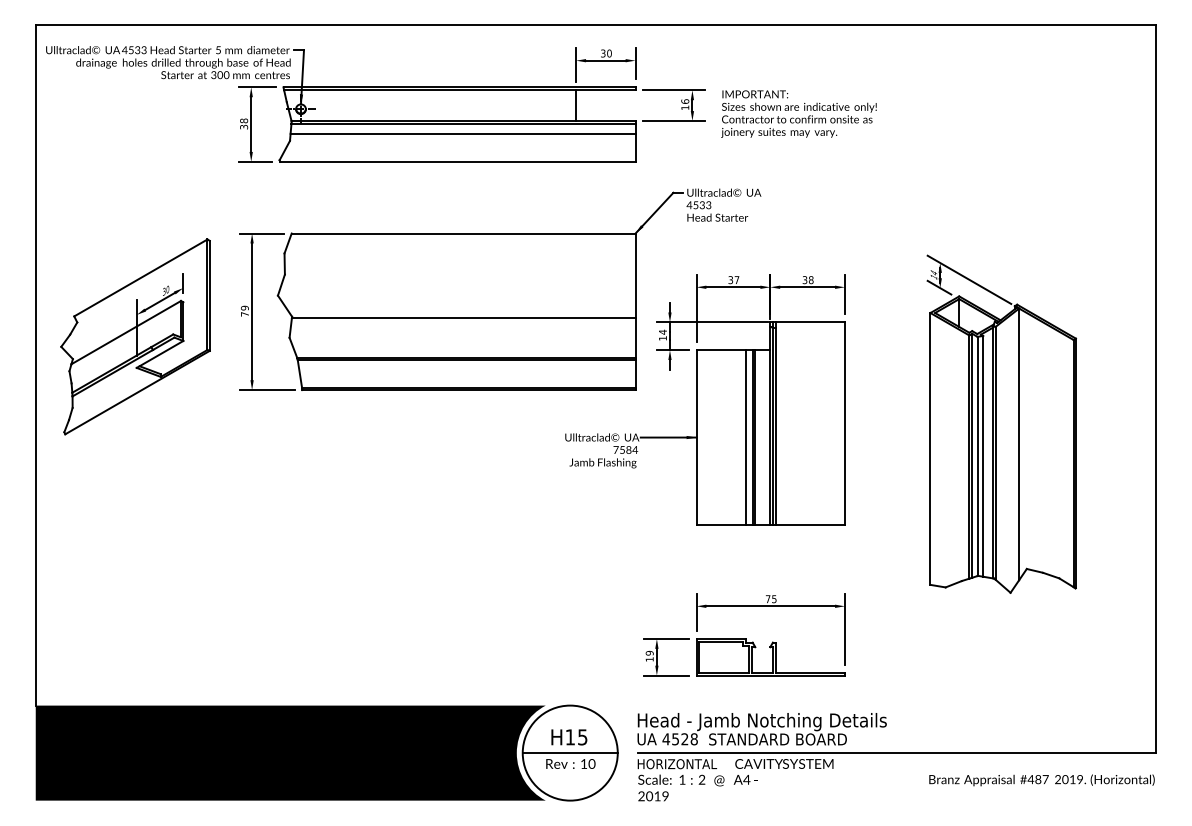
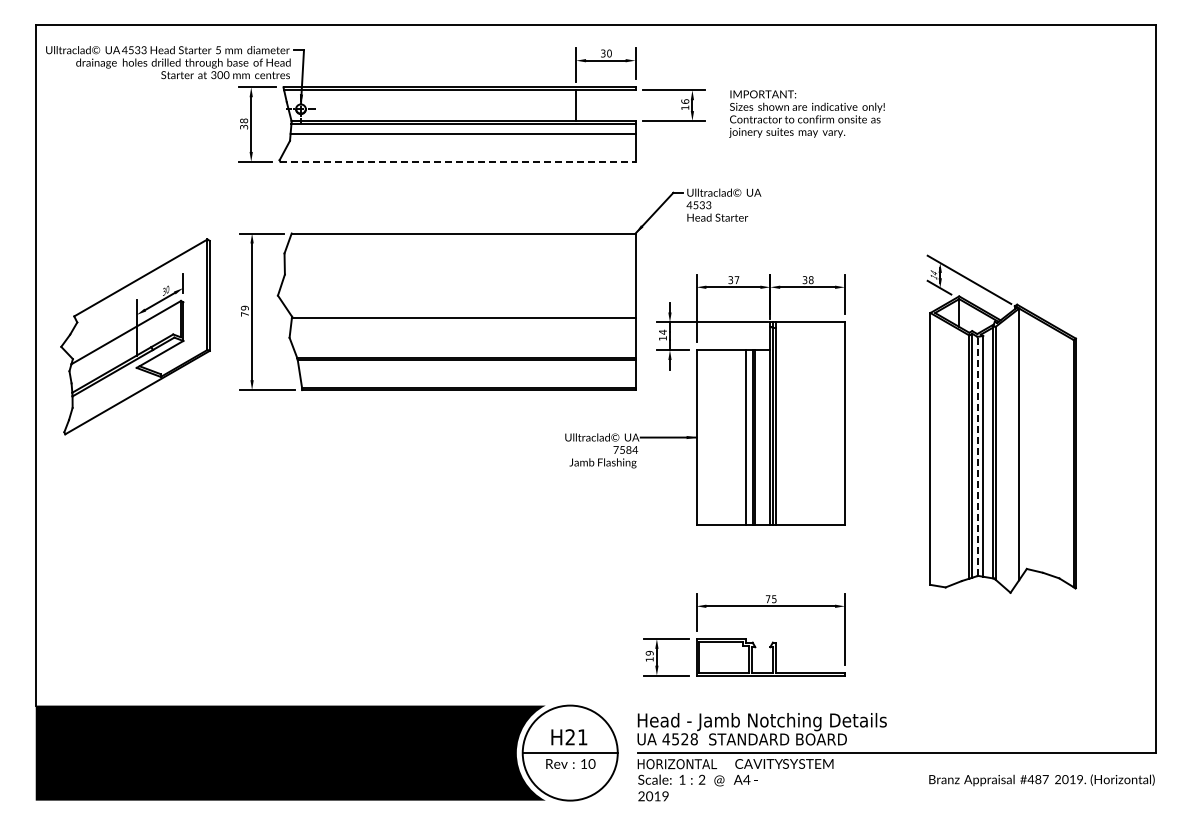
text at (798, 113) position: (798, 113) -> (806, 113)
line at (457, 161): solid -> dashed
line at (977, 456): solid -> dashed
text at (576, 737): H15 -> H21
